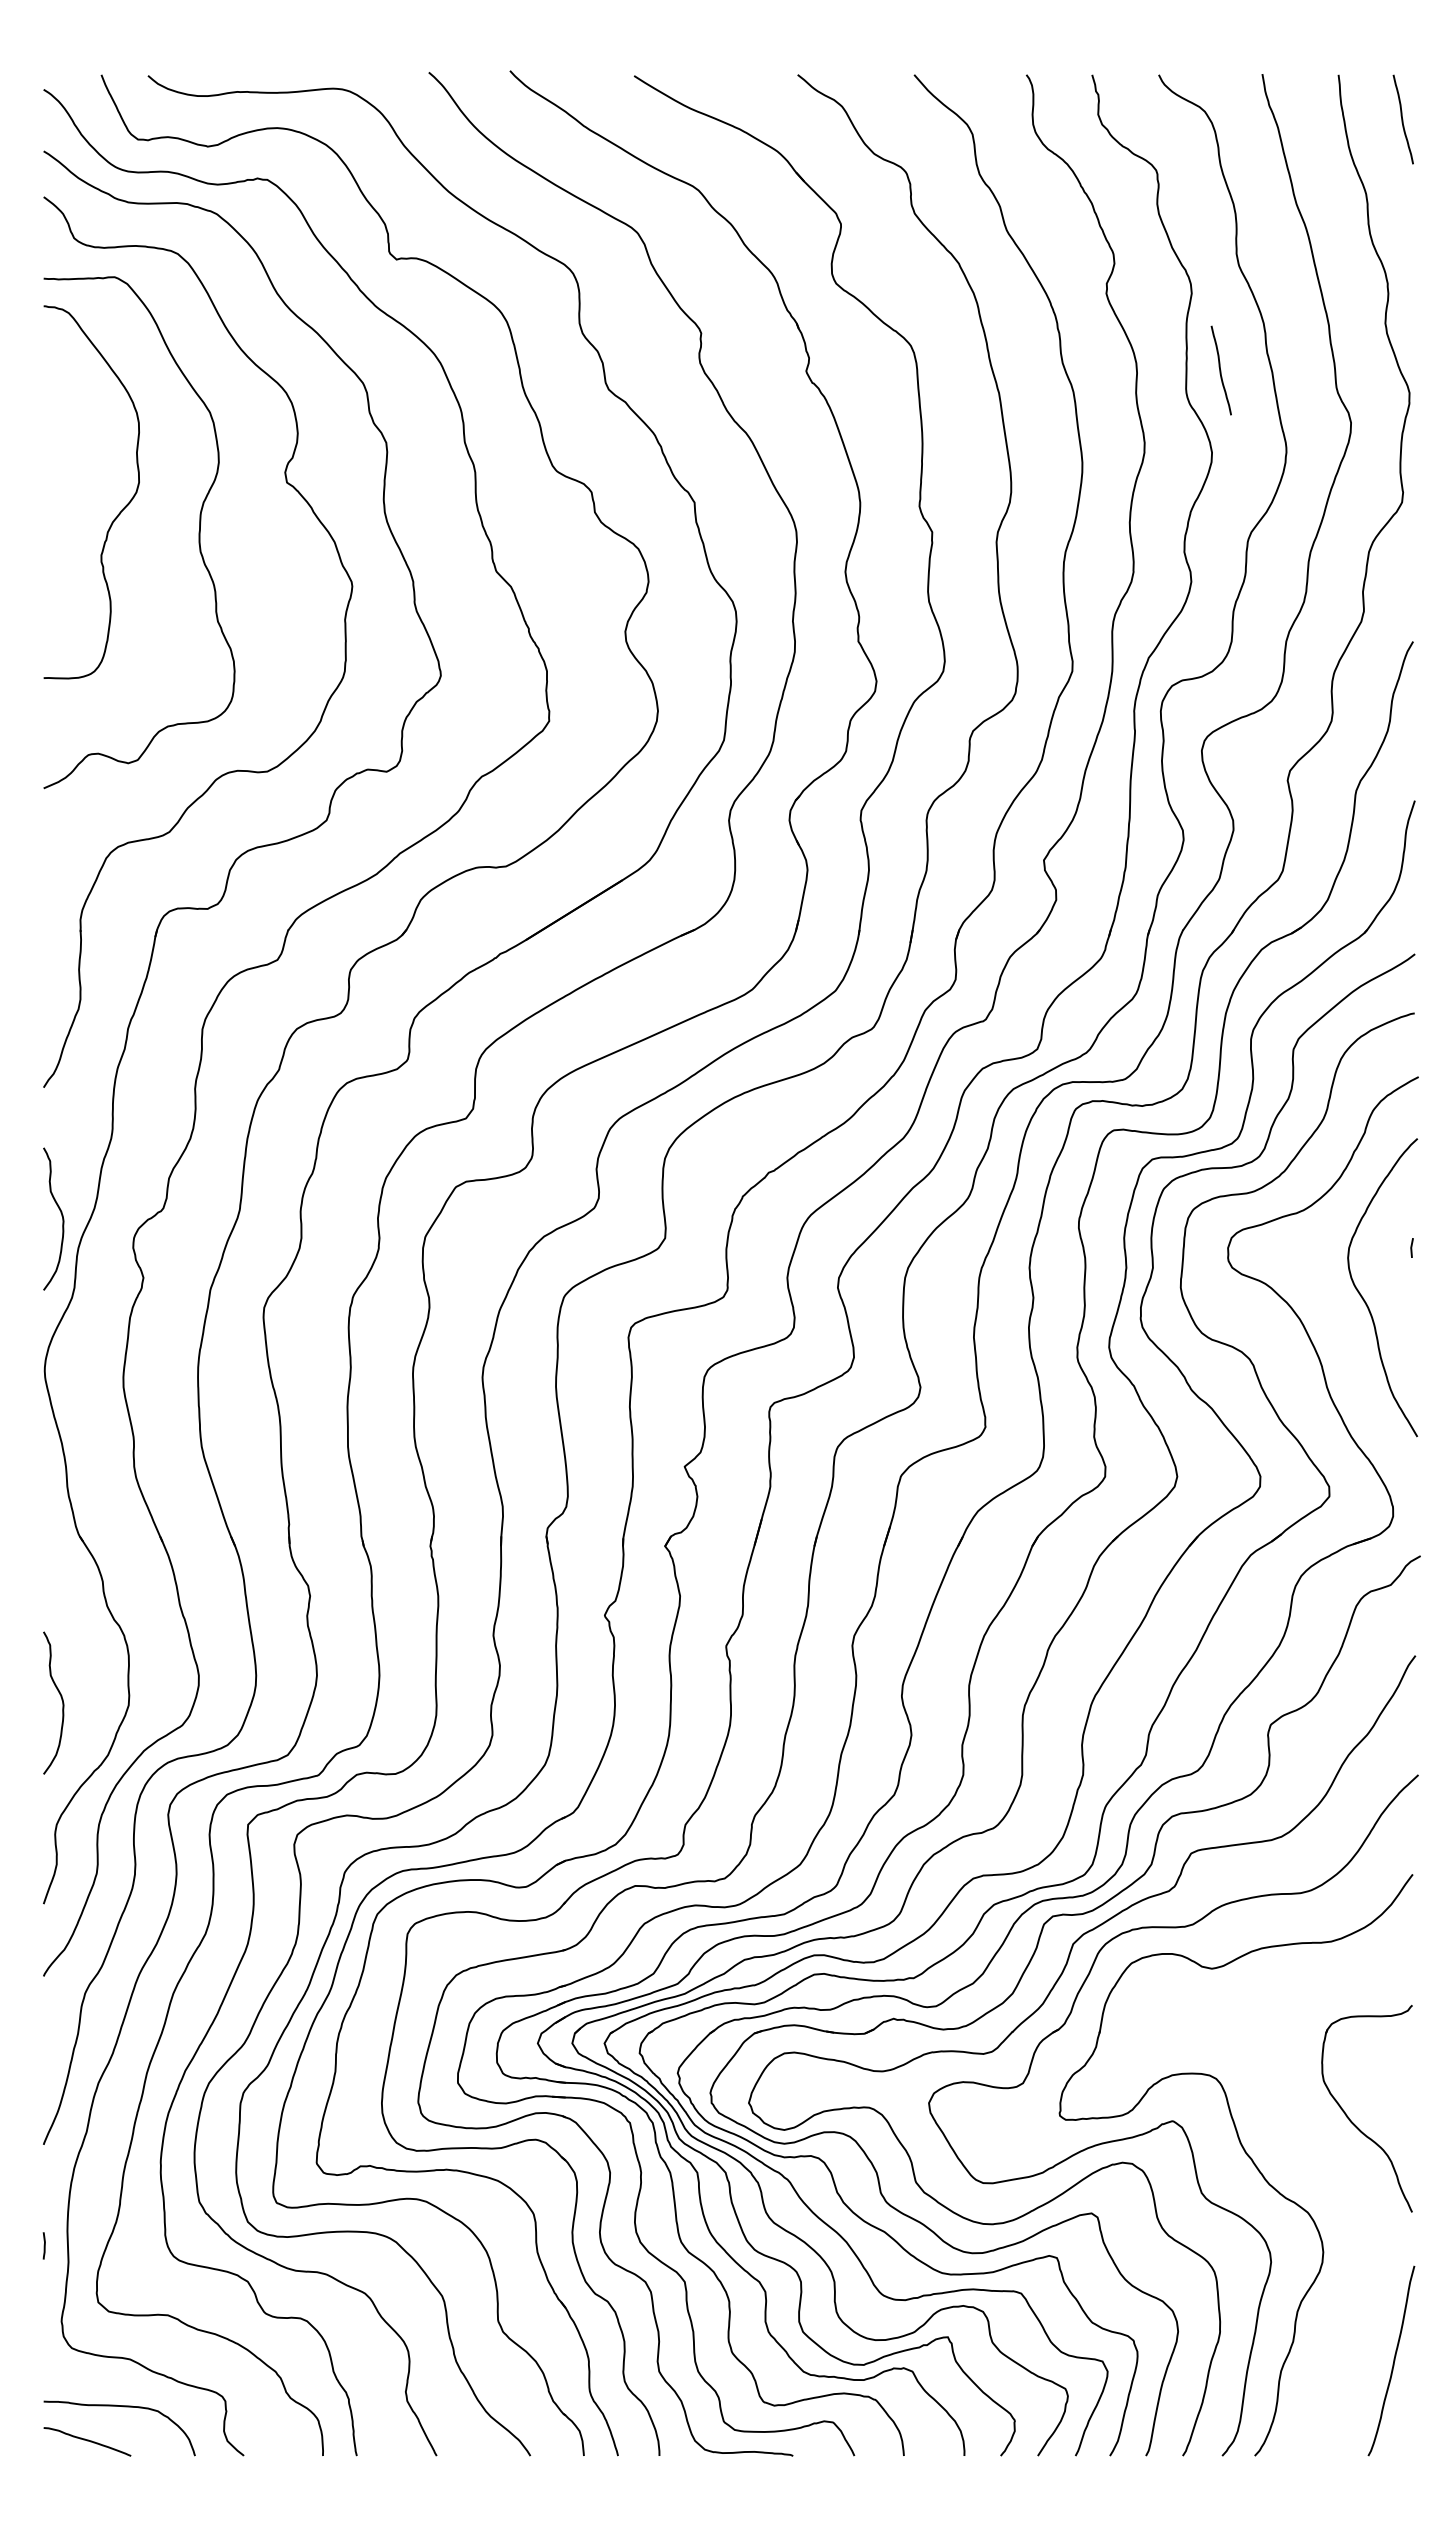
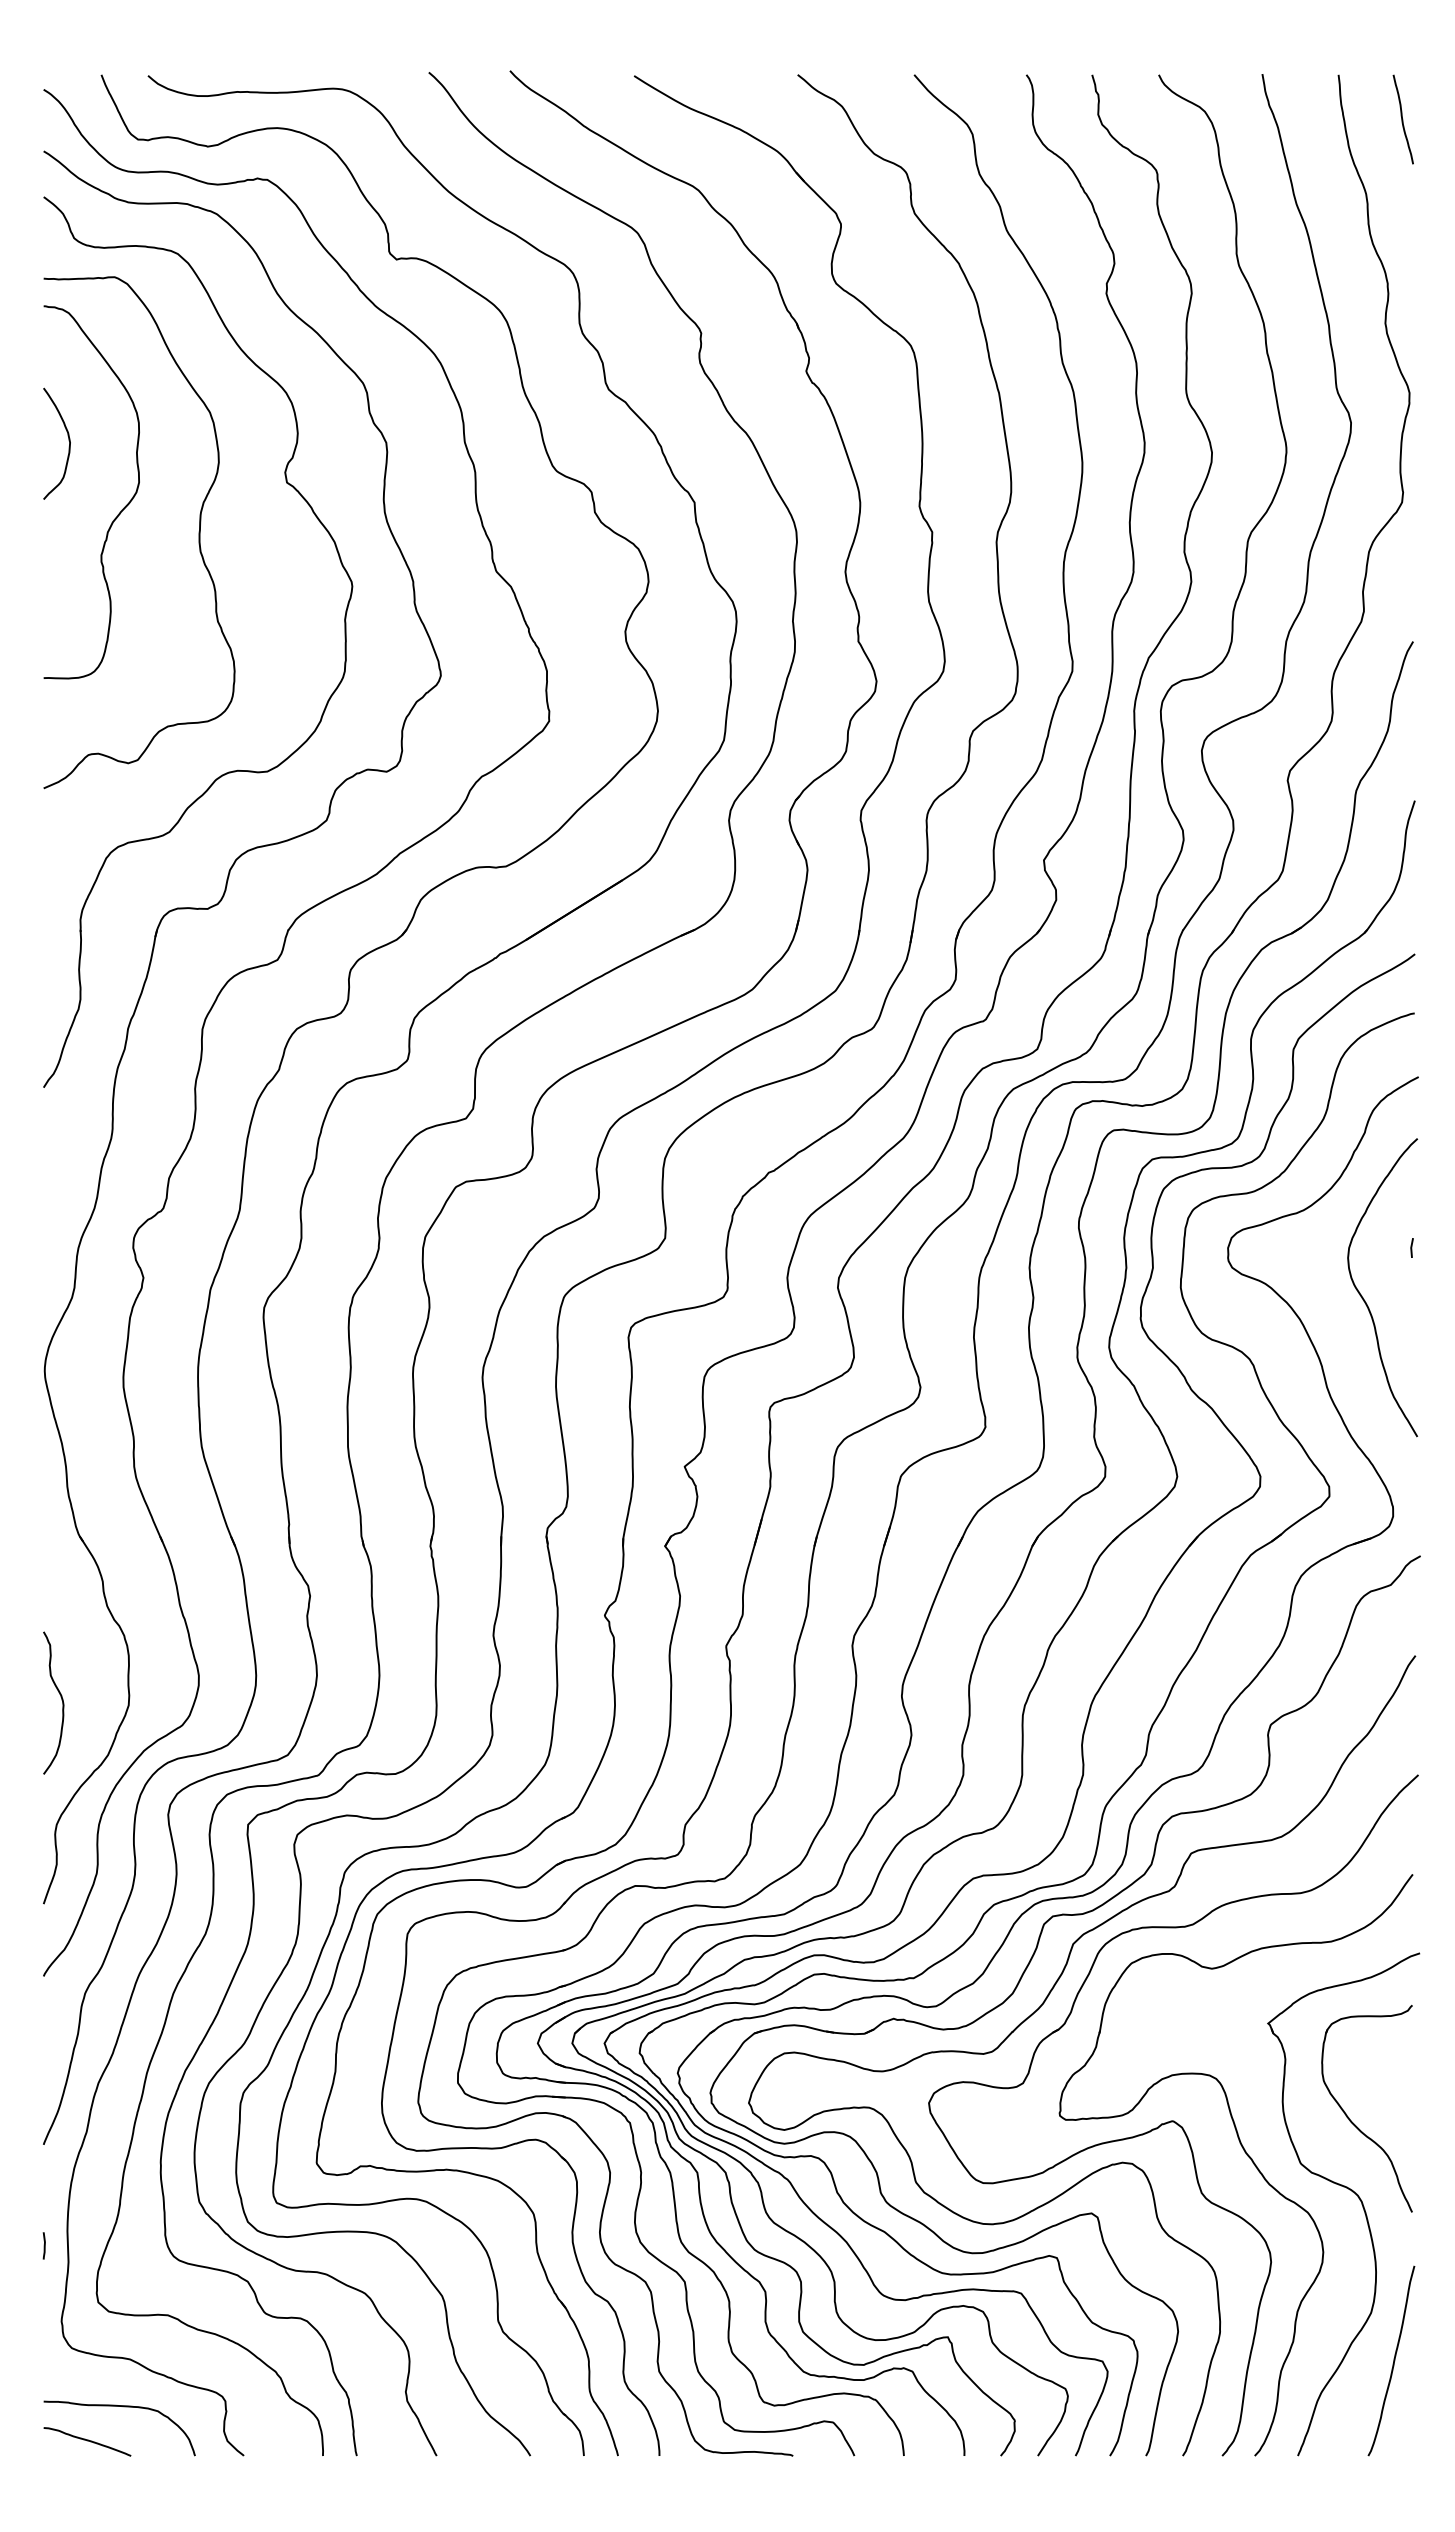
curve at (1220, 370): present -> none
curve at (68, 440): none -> present
curve at (61, 1216): present -> none
part at (1352, 2192): none -> present
